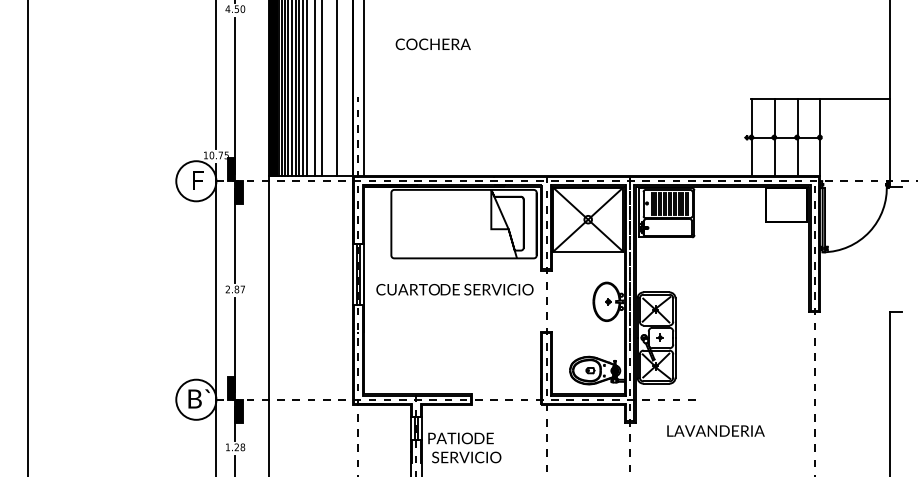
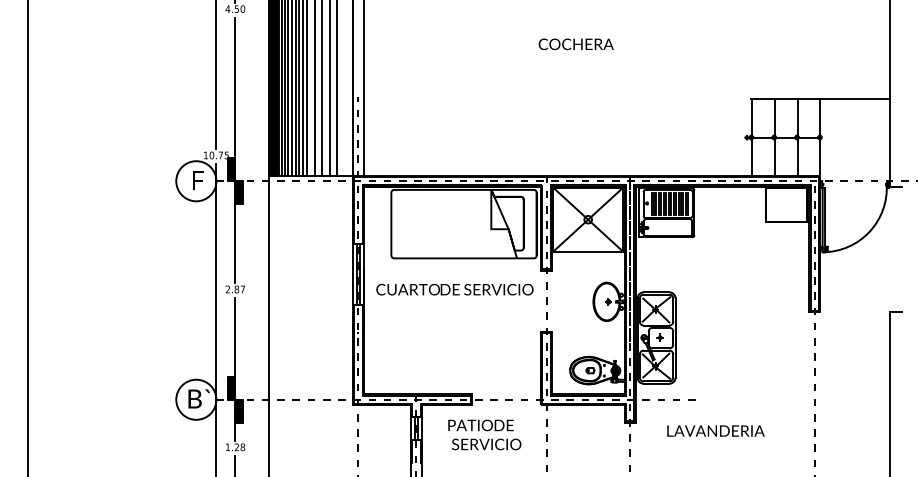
text at (432, 44) position: (432, 44) -> (575, 44)
line at (329, 88): none -> present
text at (464, 447) position: (464, 447) -> (484, 434)
